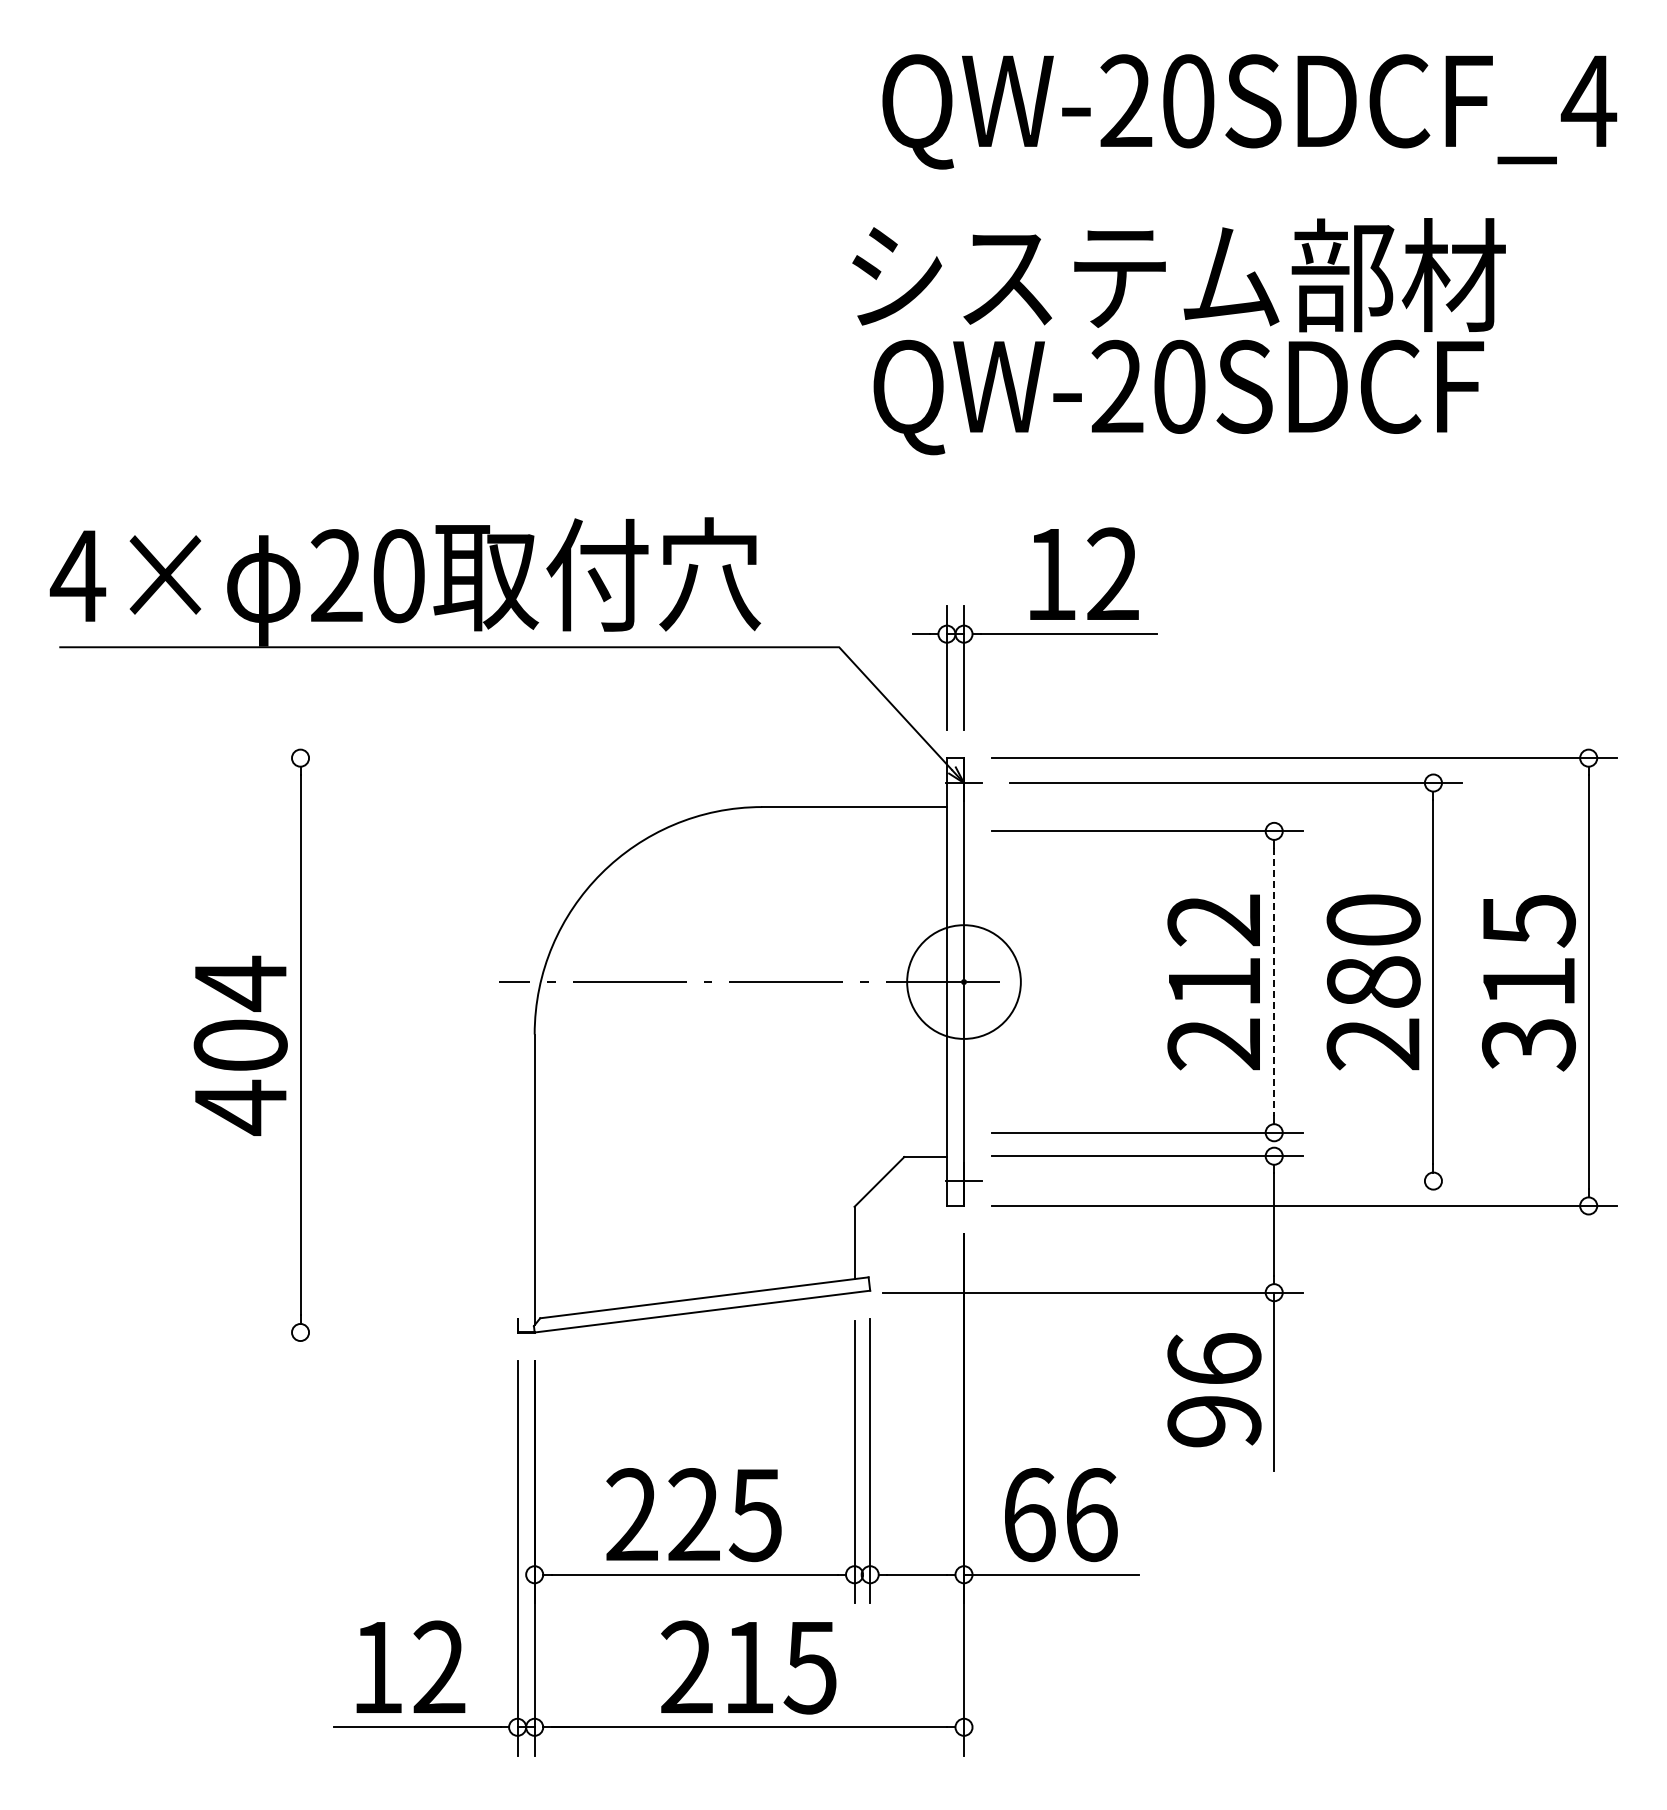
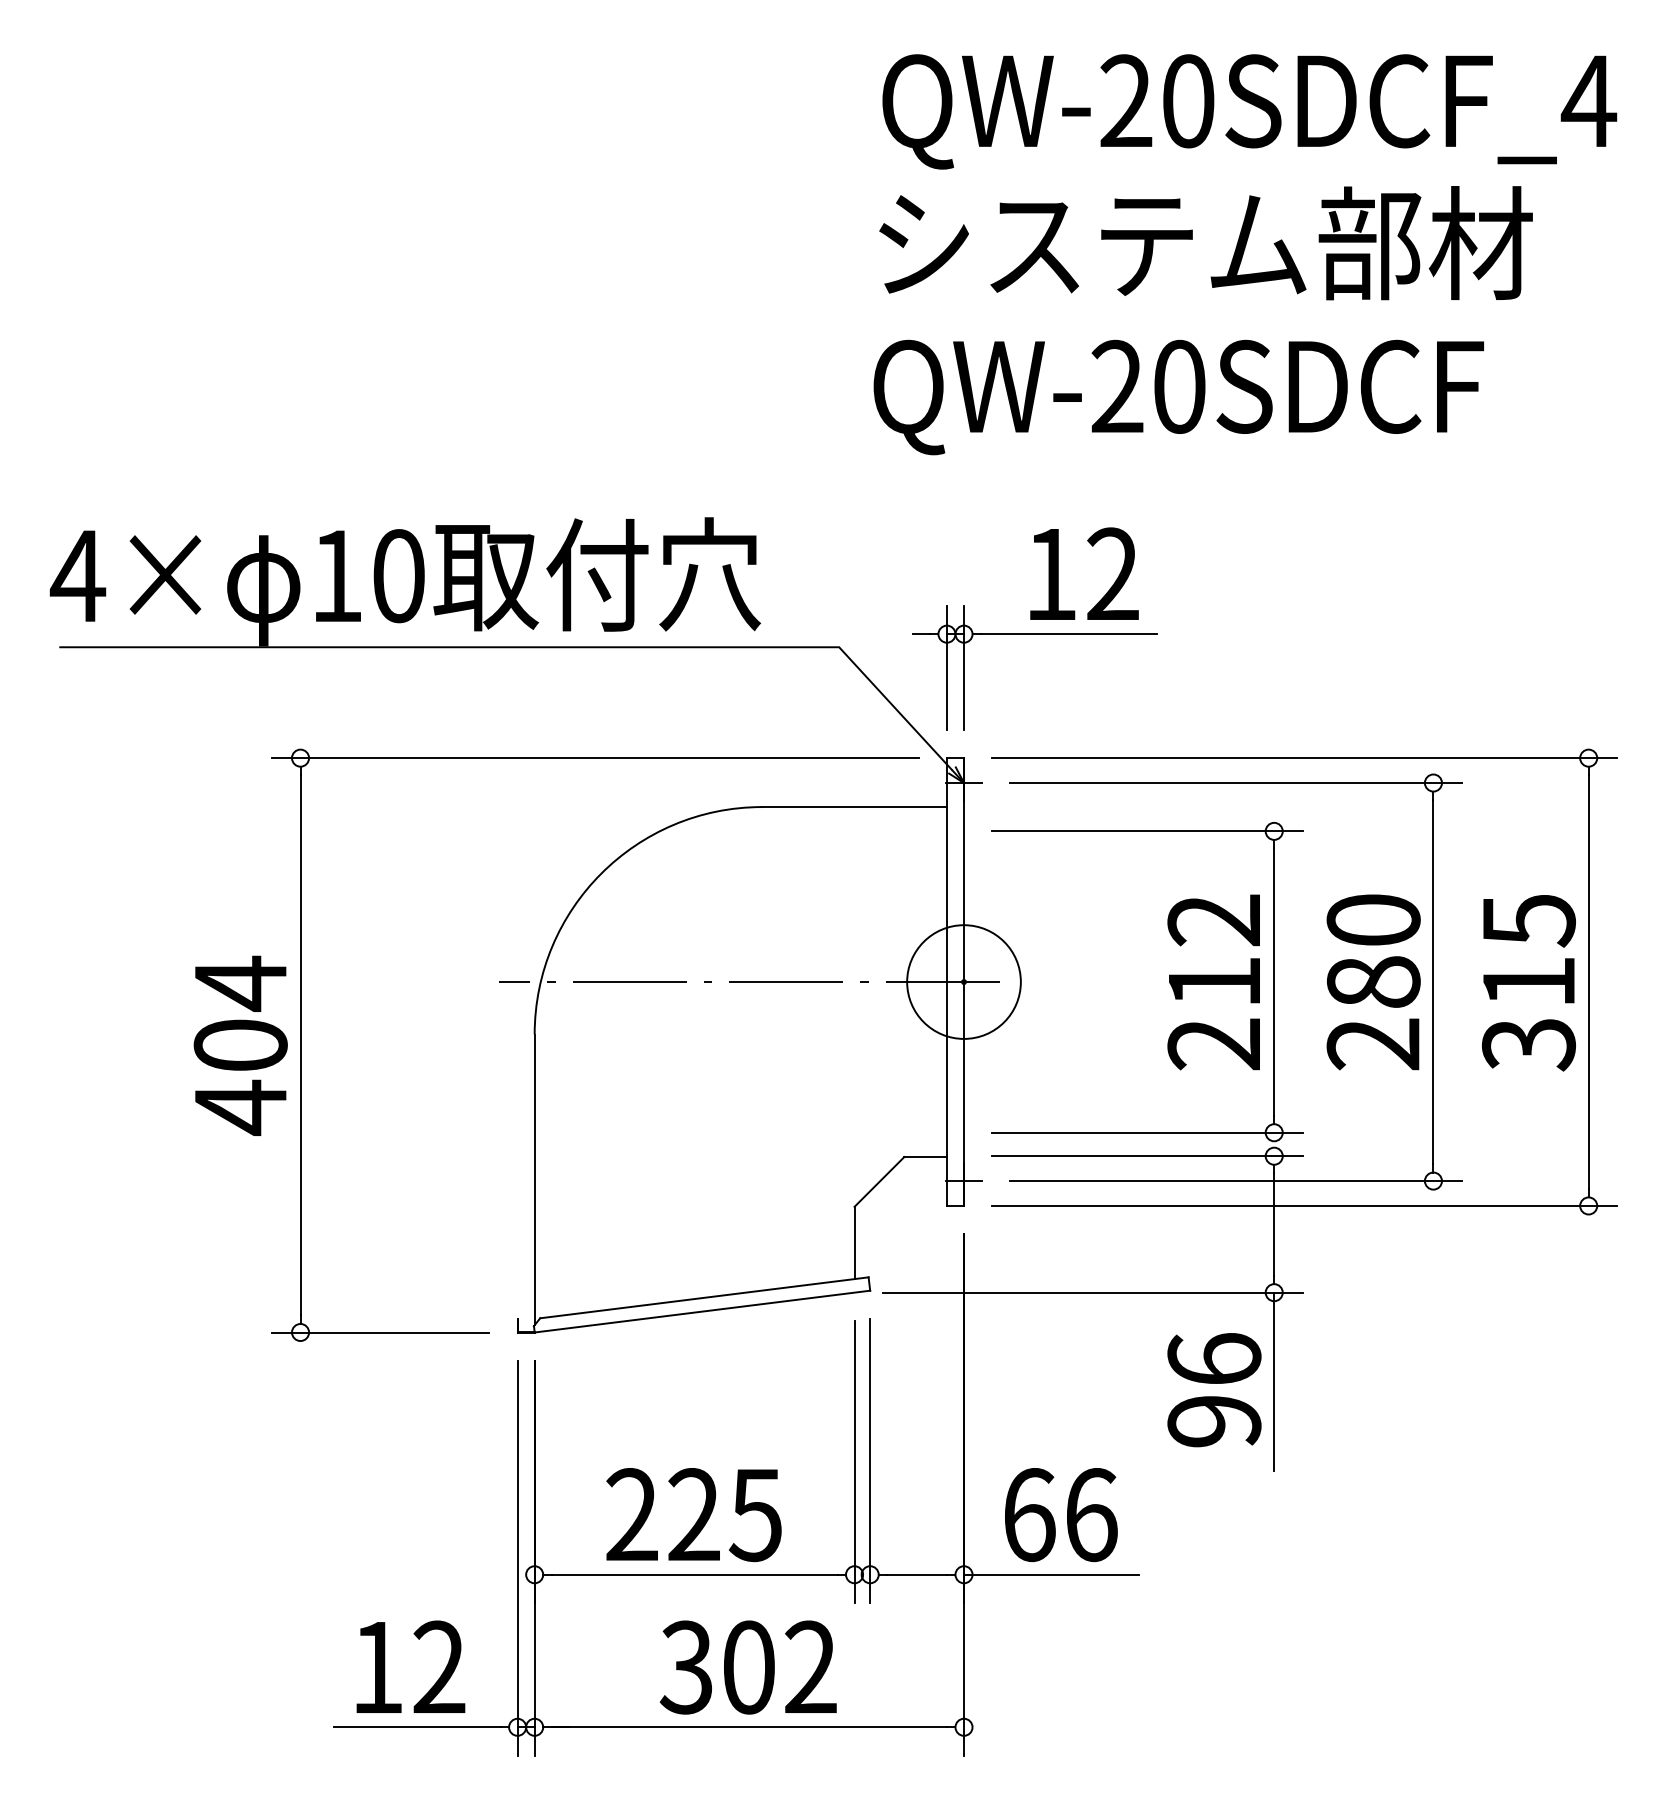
text at (1178, 275) position: (1178, 275) -> (1205, 243)
text at (336, 575): 20 -> 10
line at (595, 758): none -> present
line at (1274, 982): dashed -> solid
line at (1235, 1181): none -> present
line at (380, 1332): none -> present
text at (747, 1667): 215 -> 302
